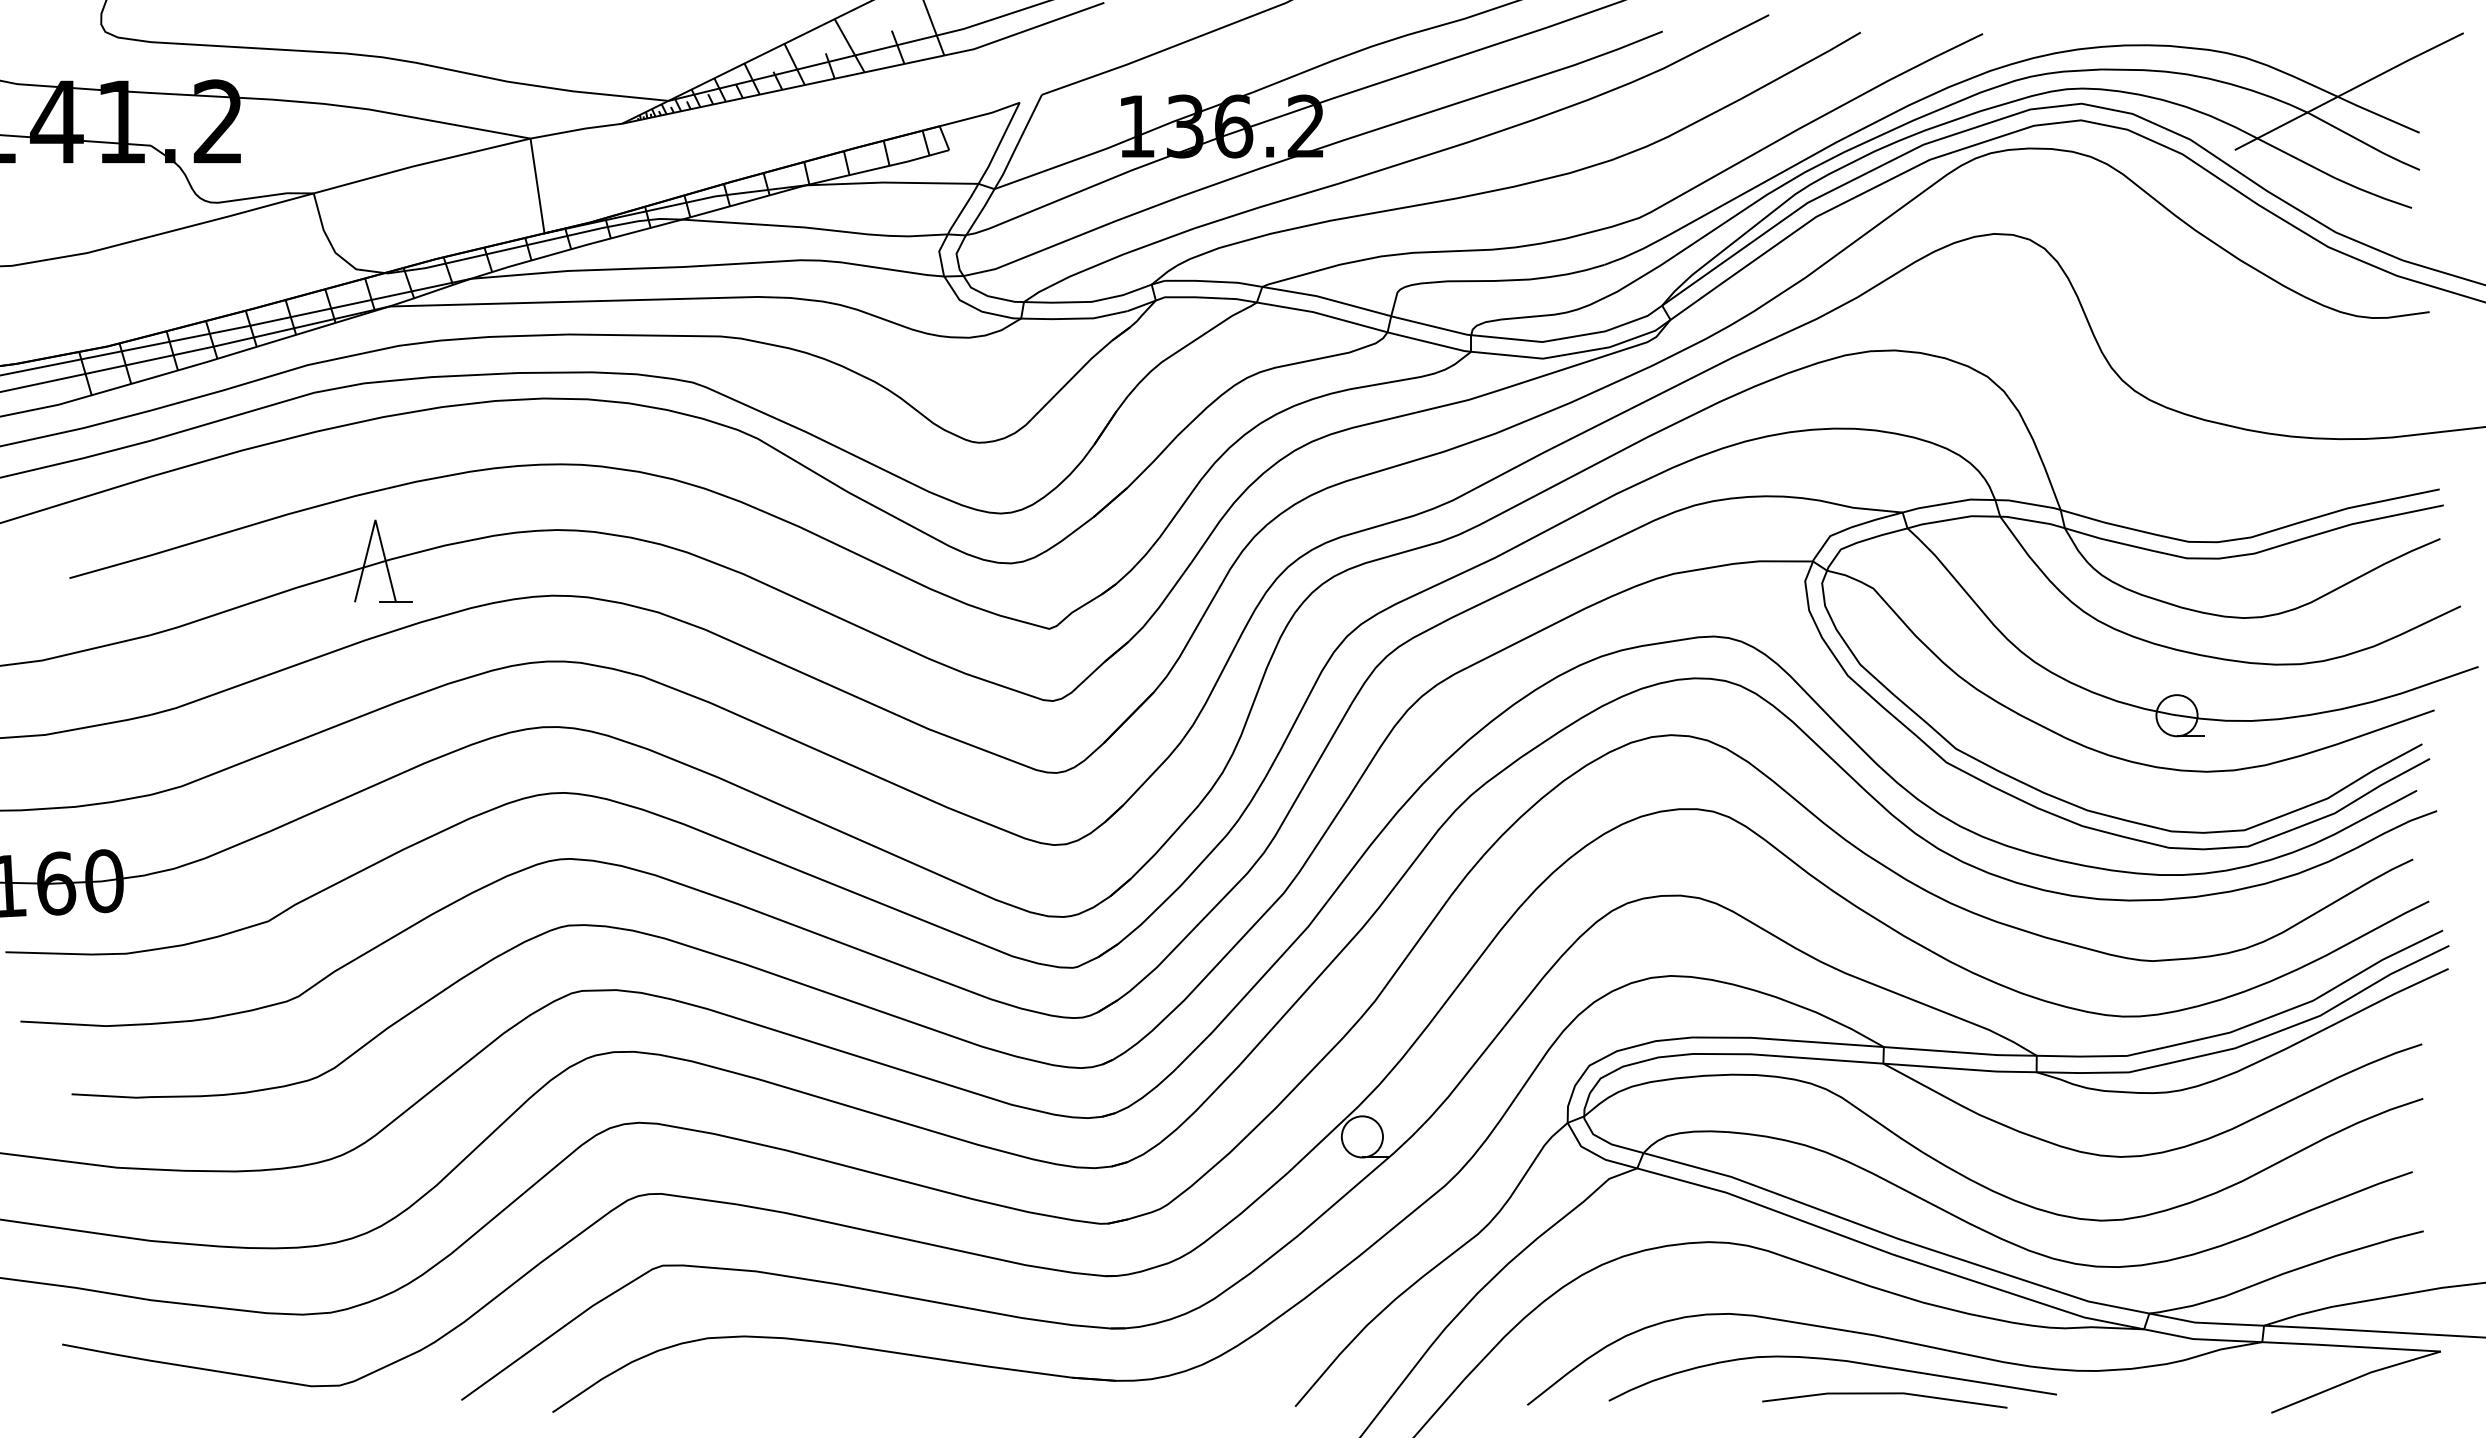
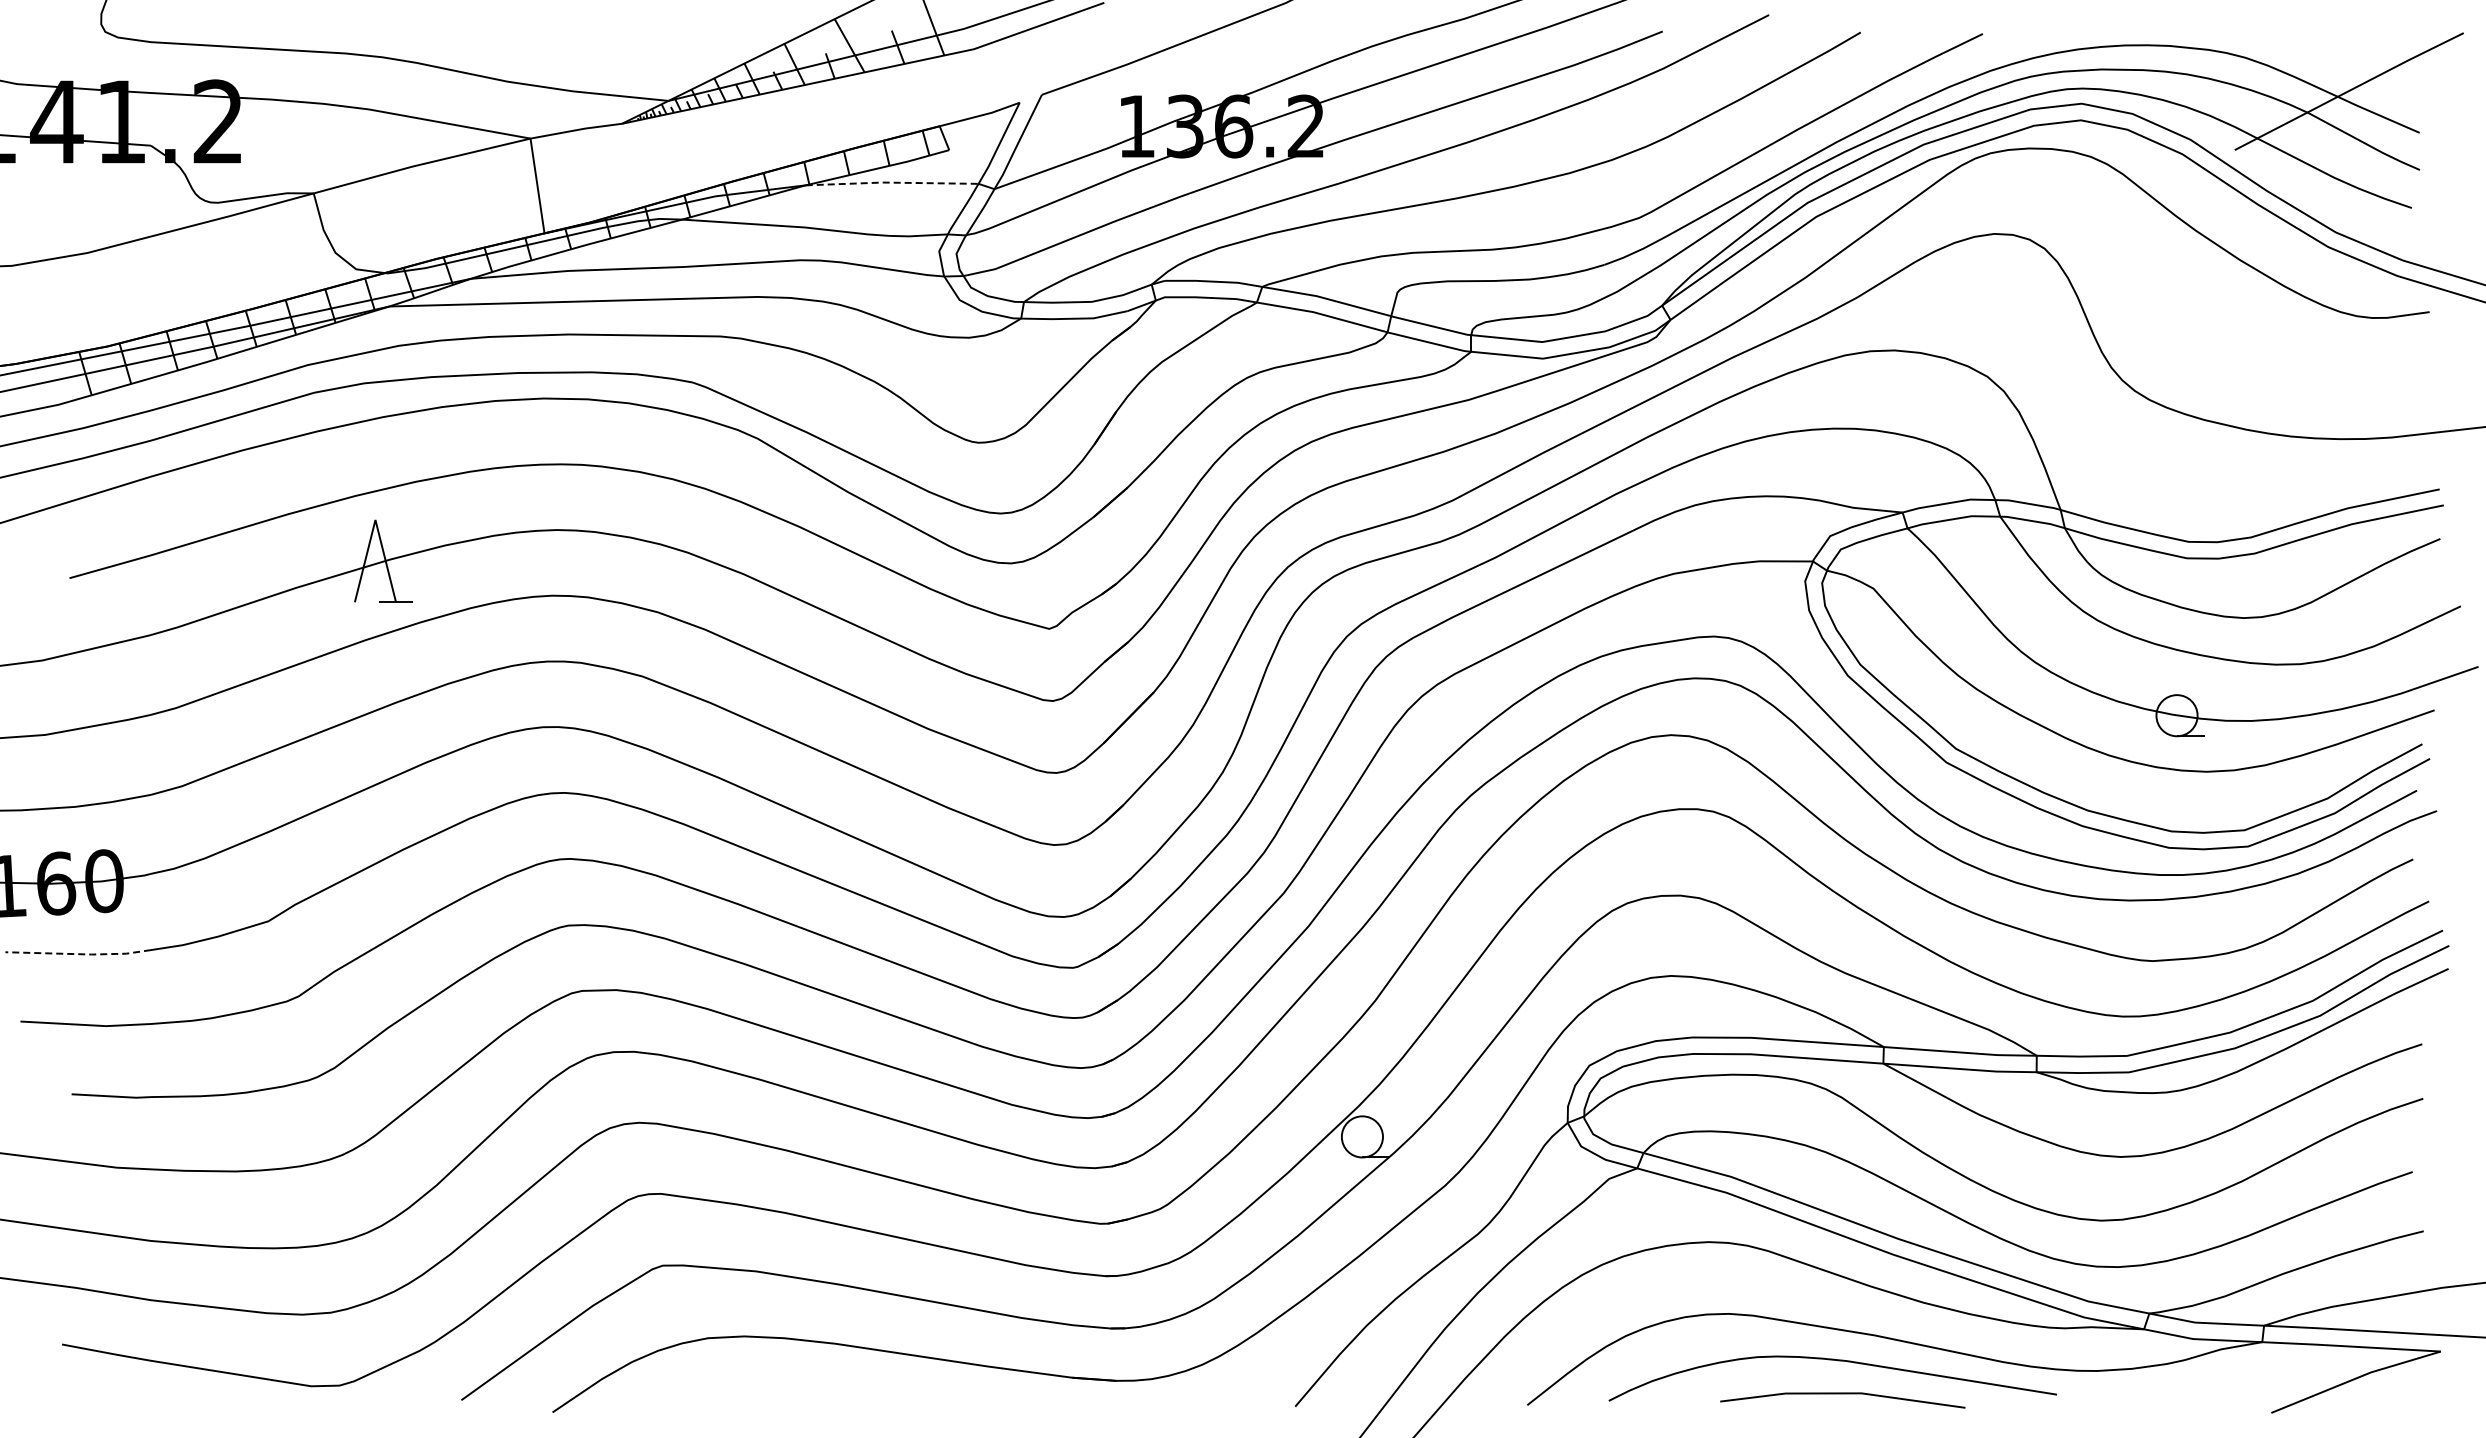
line at (892, 182): solid -> dashed
line at (78, 954): solid -> dashed
line at (1884, 1394) position: (1884, 1394) -> (1842, 1394)
